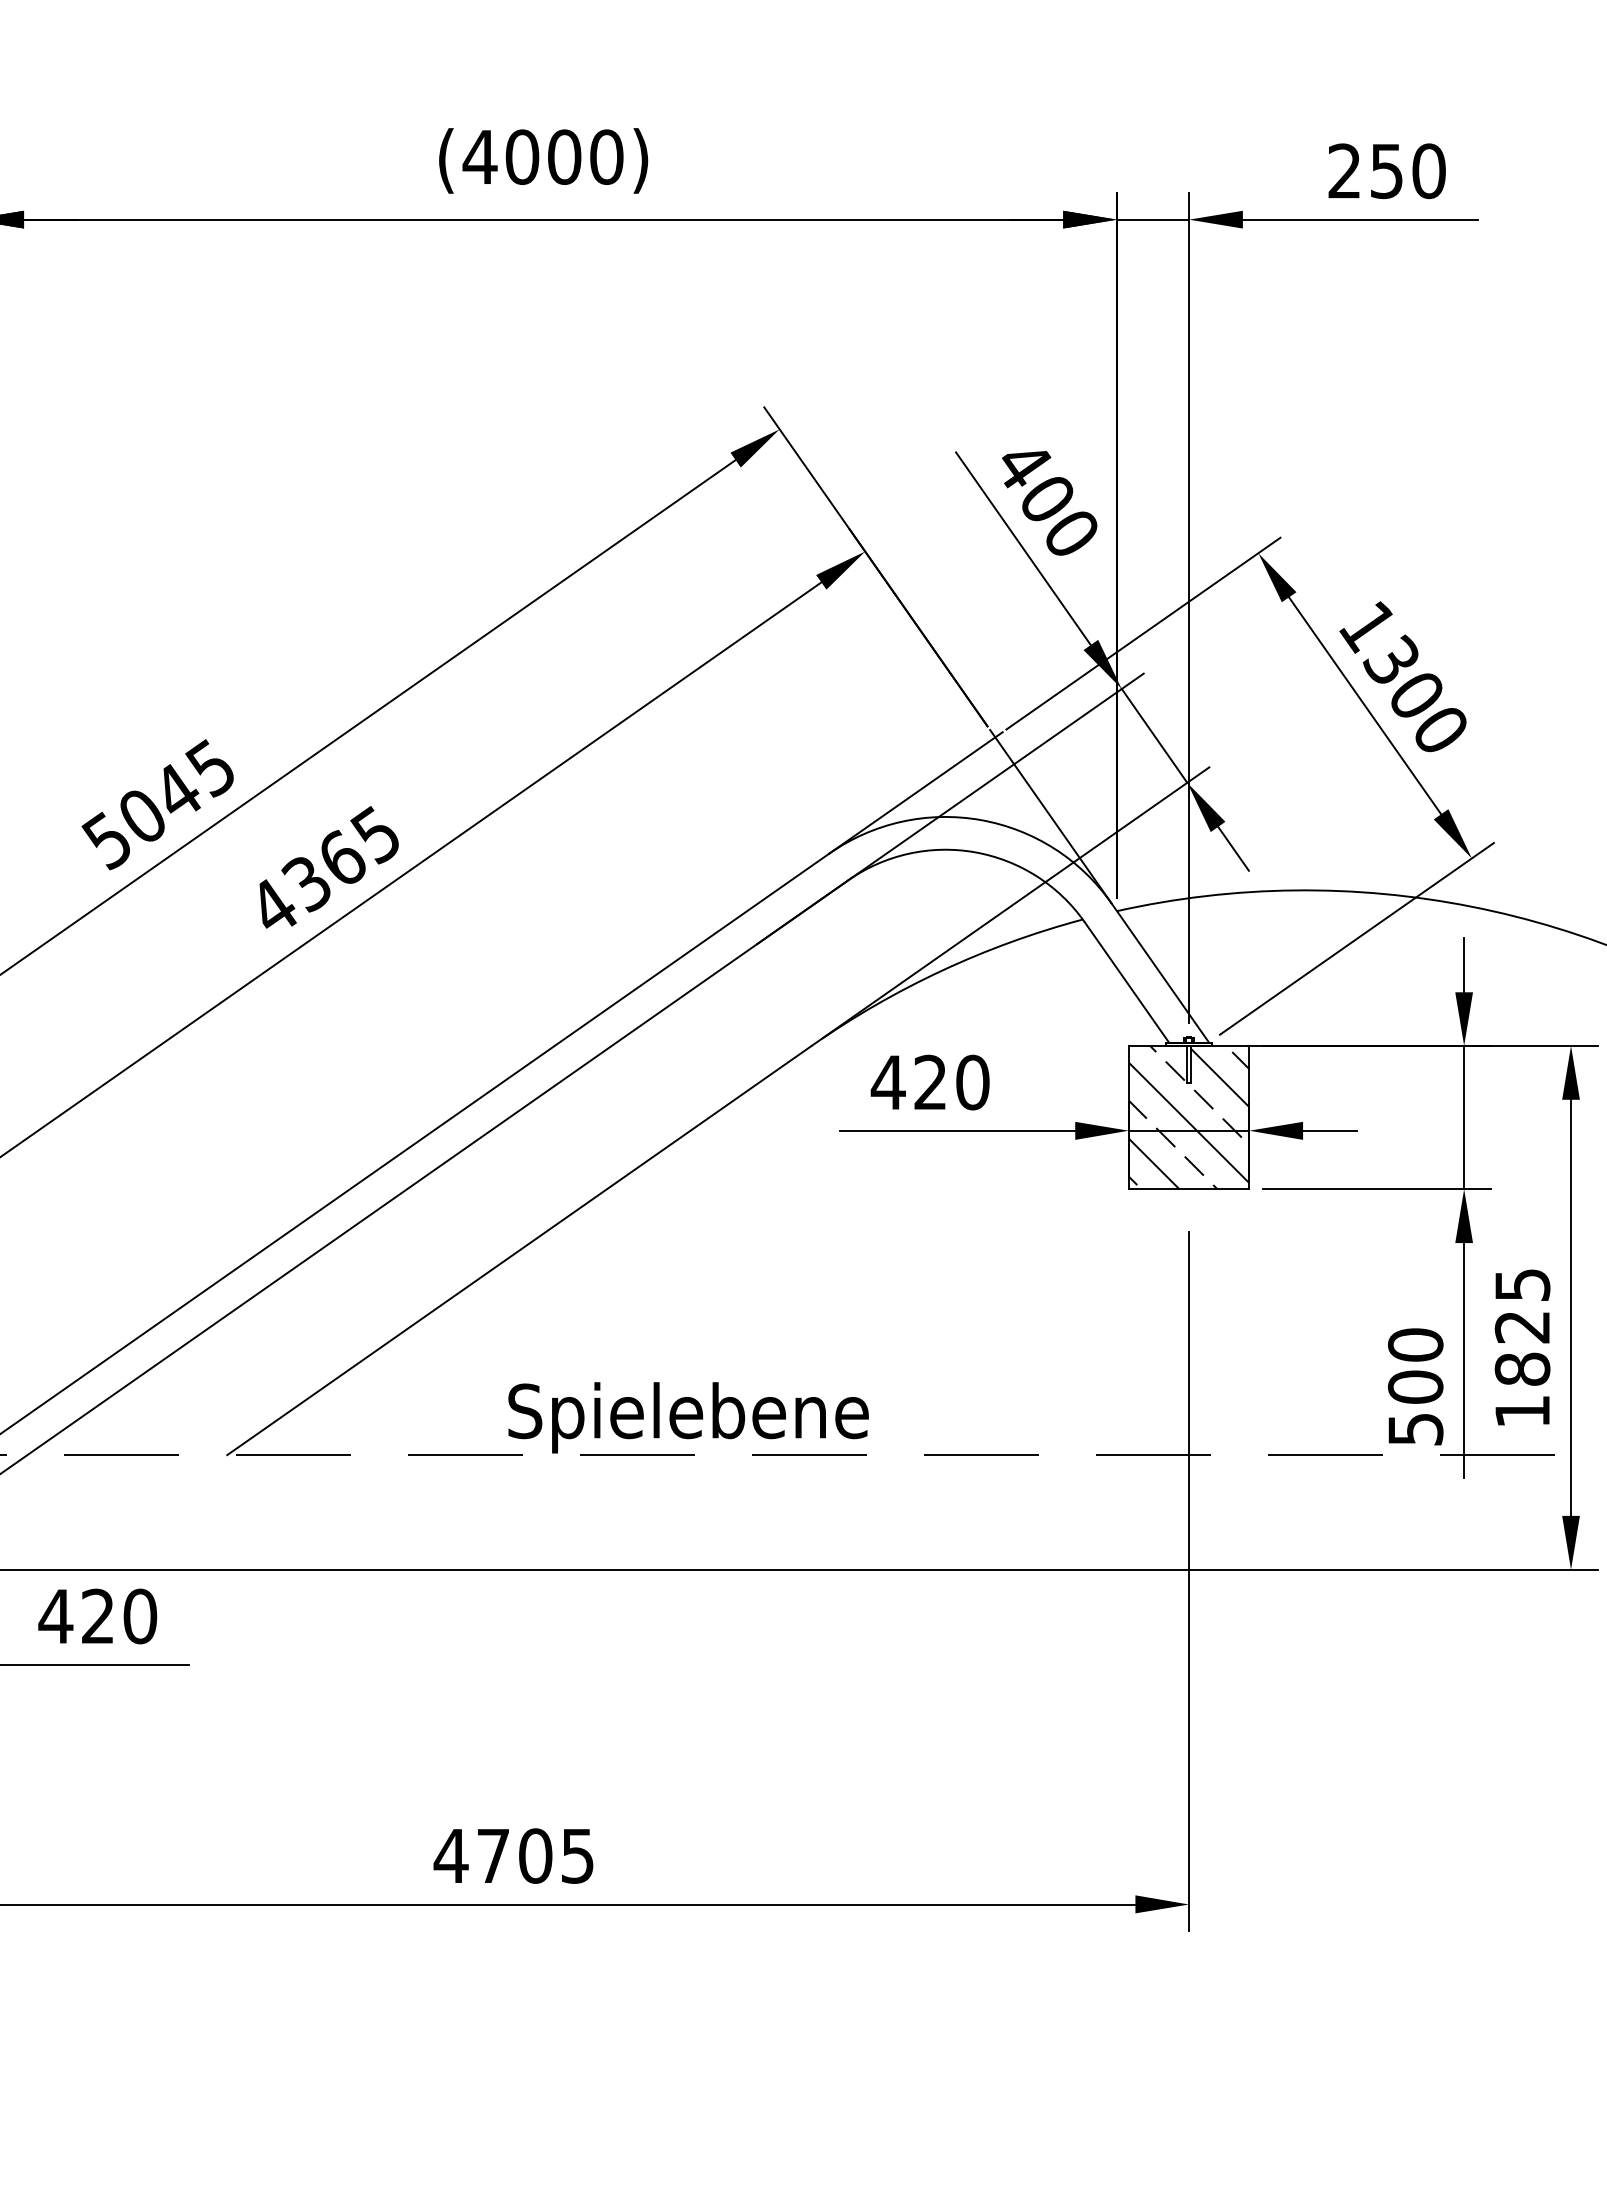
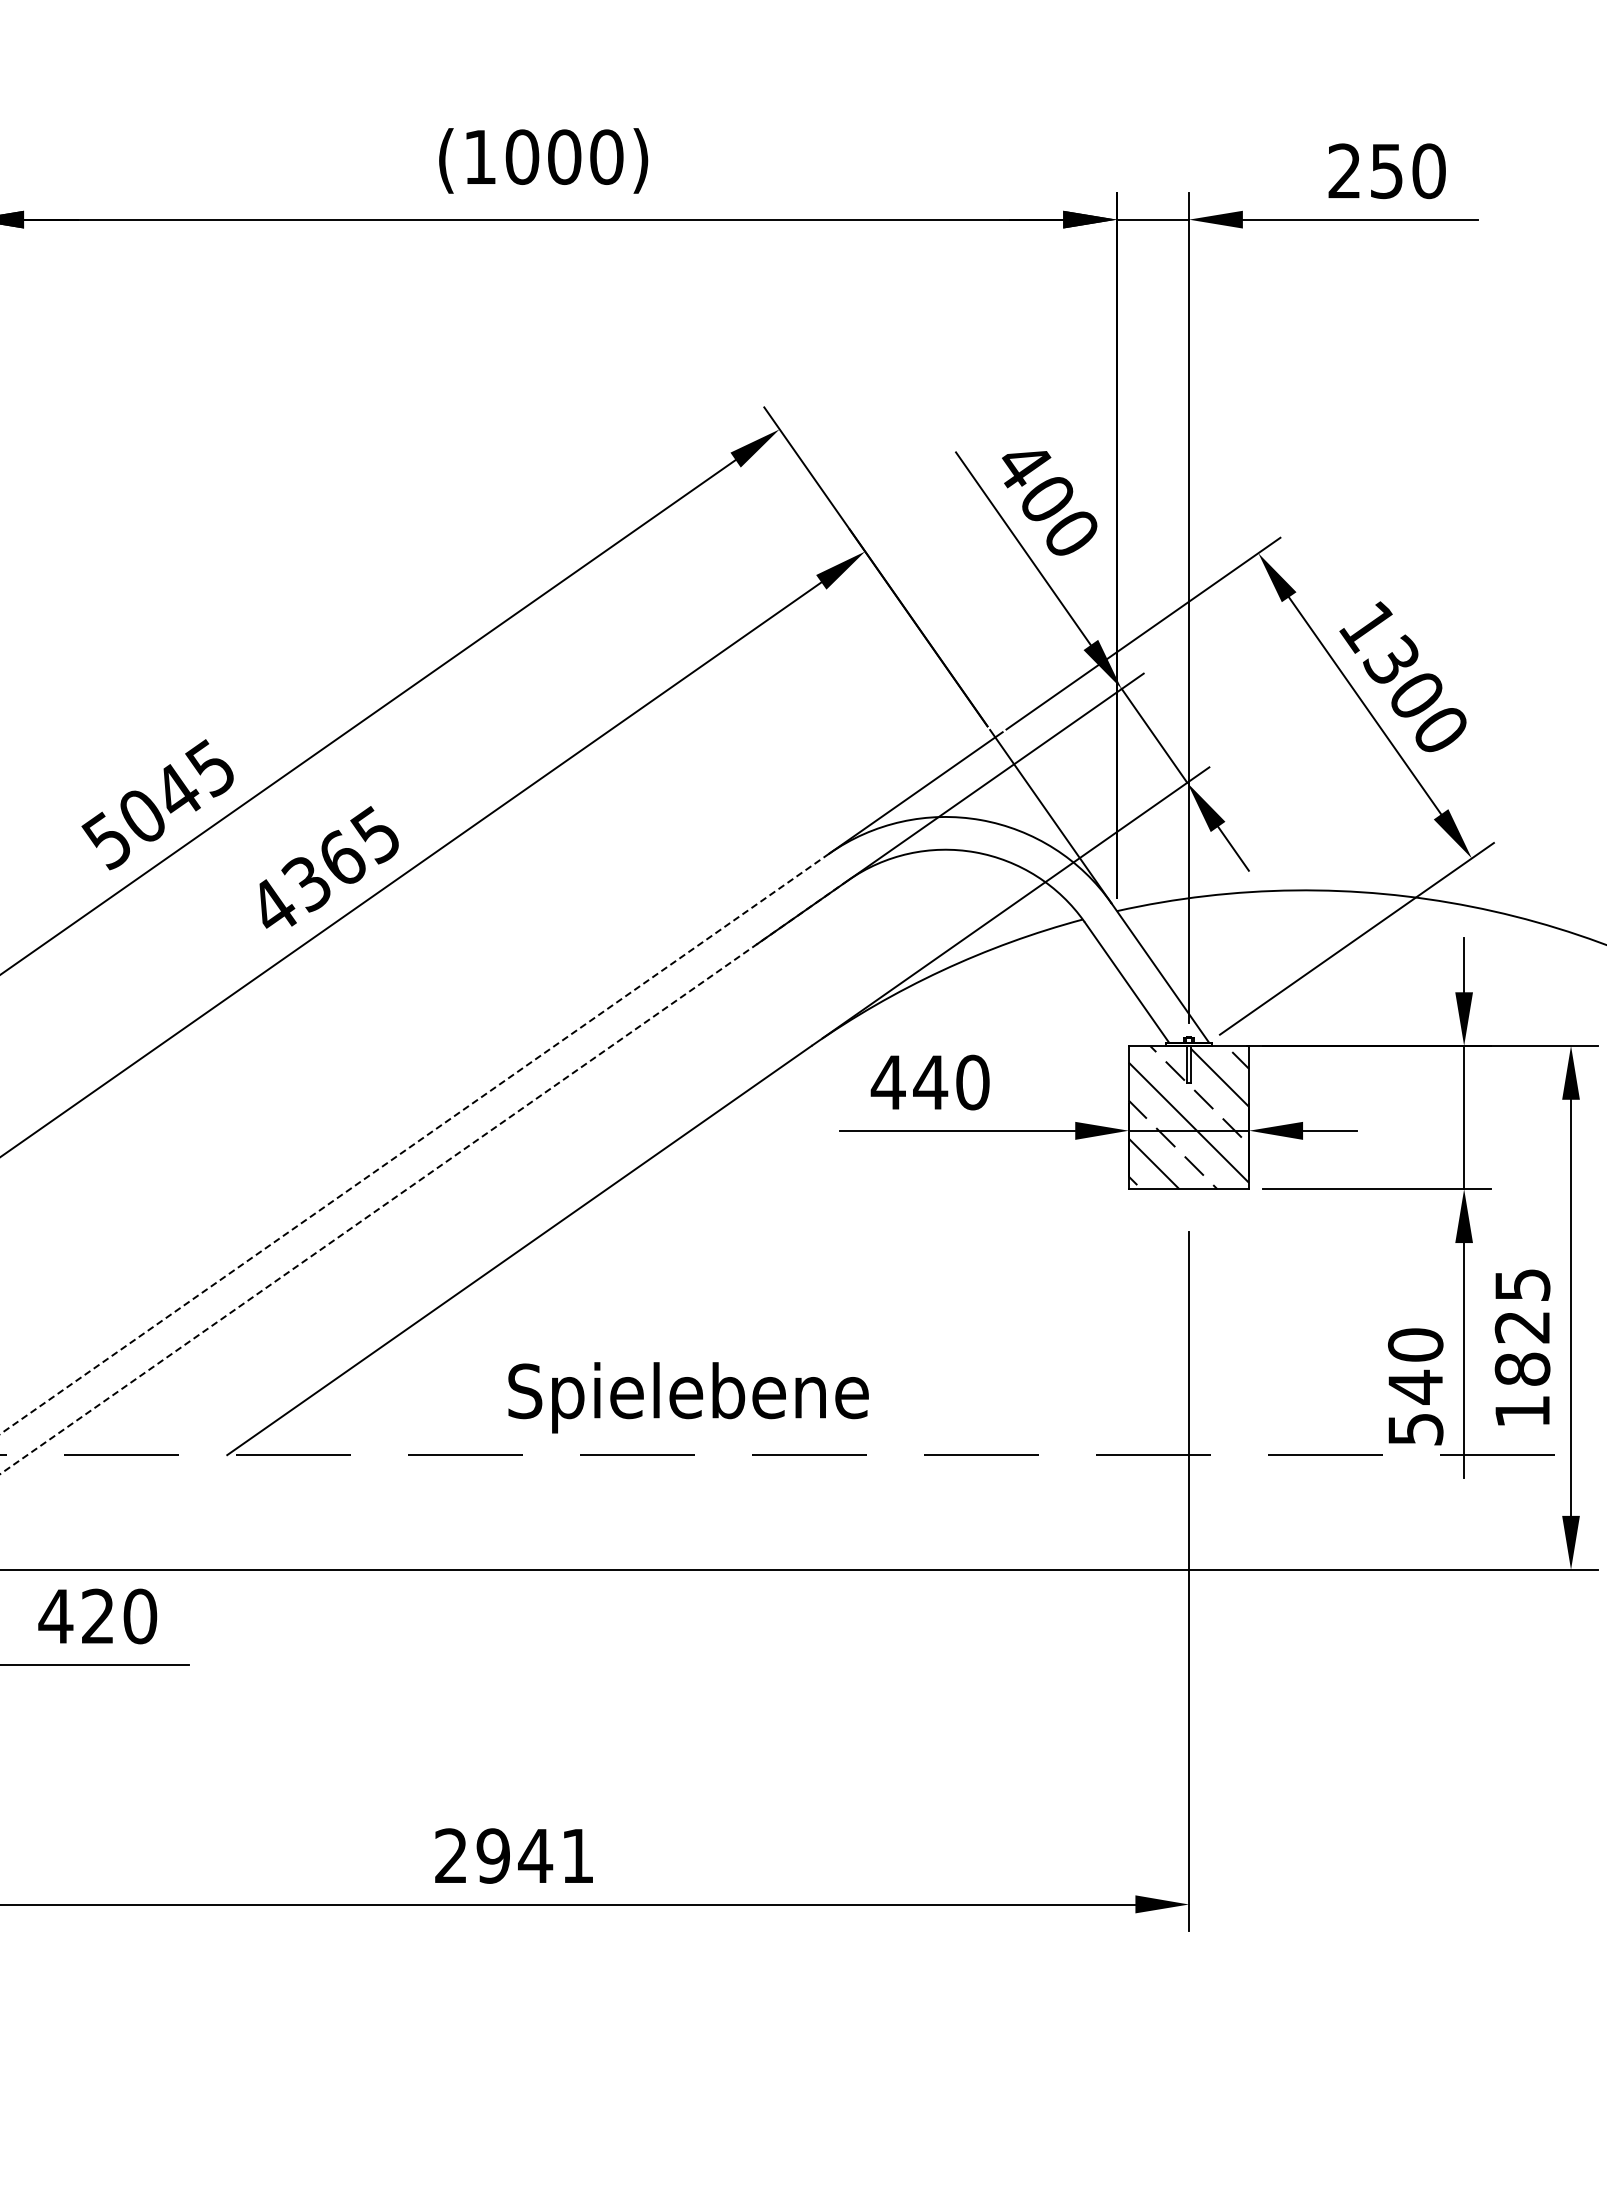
text at (479, 156): 4000 -> 1000
text at (930, 1081): 420 -> 440
line at (414, 1143): solid -> dashed
line at (423, 1177): solid -> dashed
text at (1415, 1386): 500 -> 540
text at (688, 1417) position: (688, 1417) -> (688, 1397)
text at (513, 1855): 4705 -> 2941
